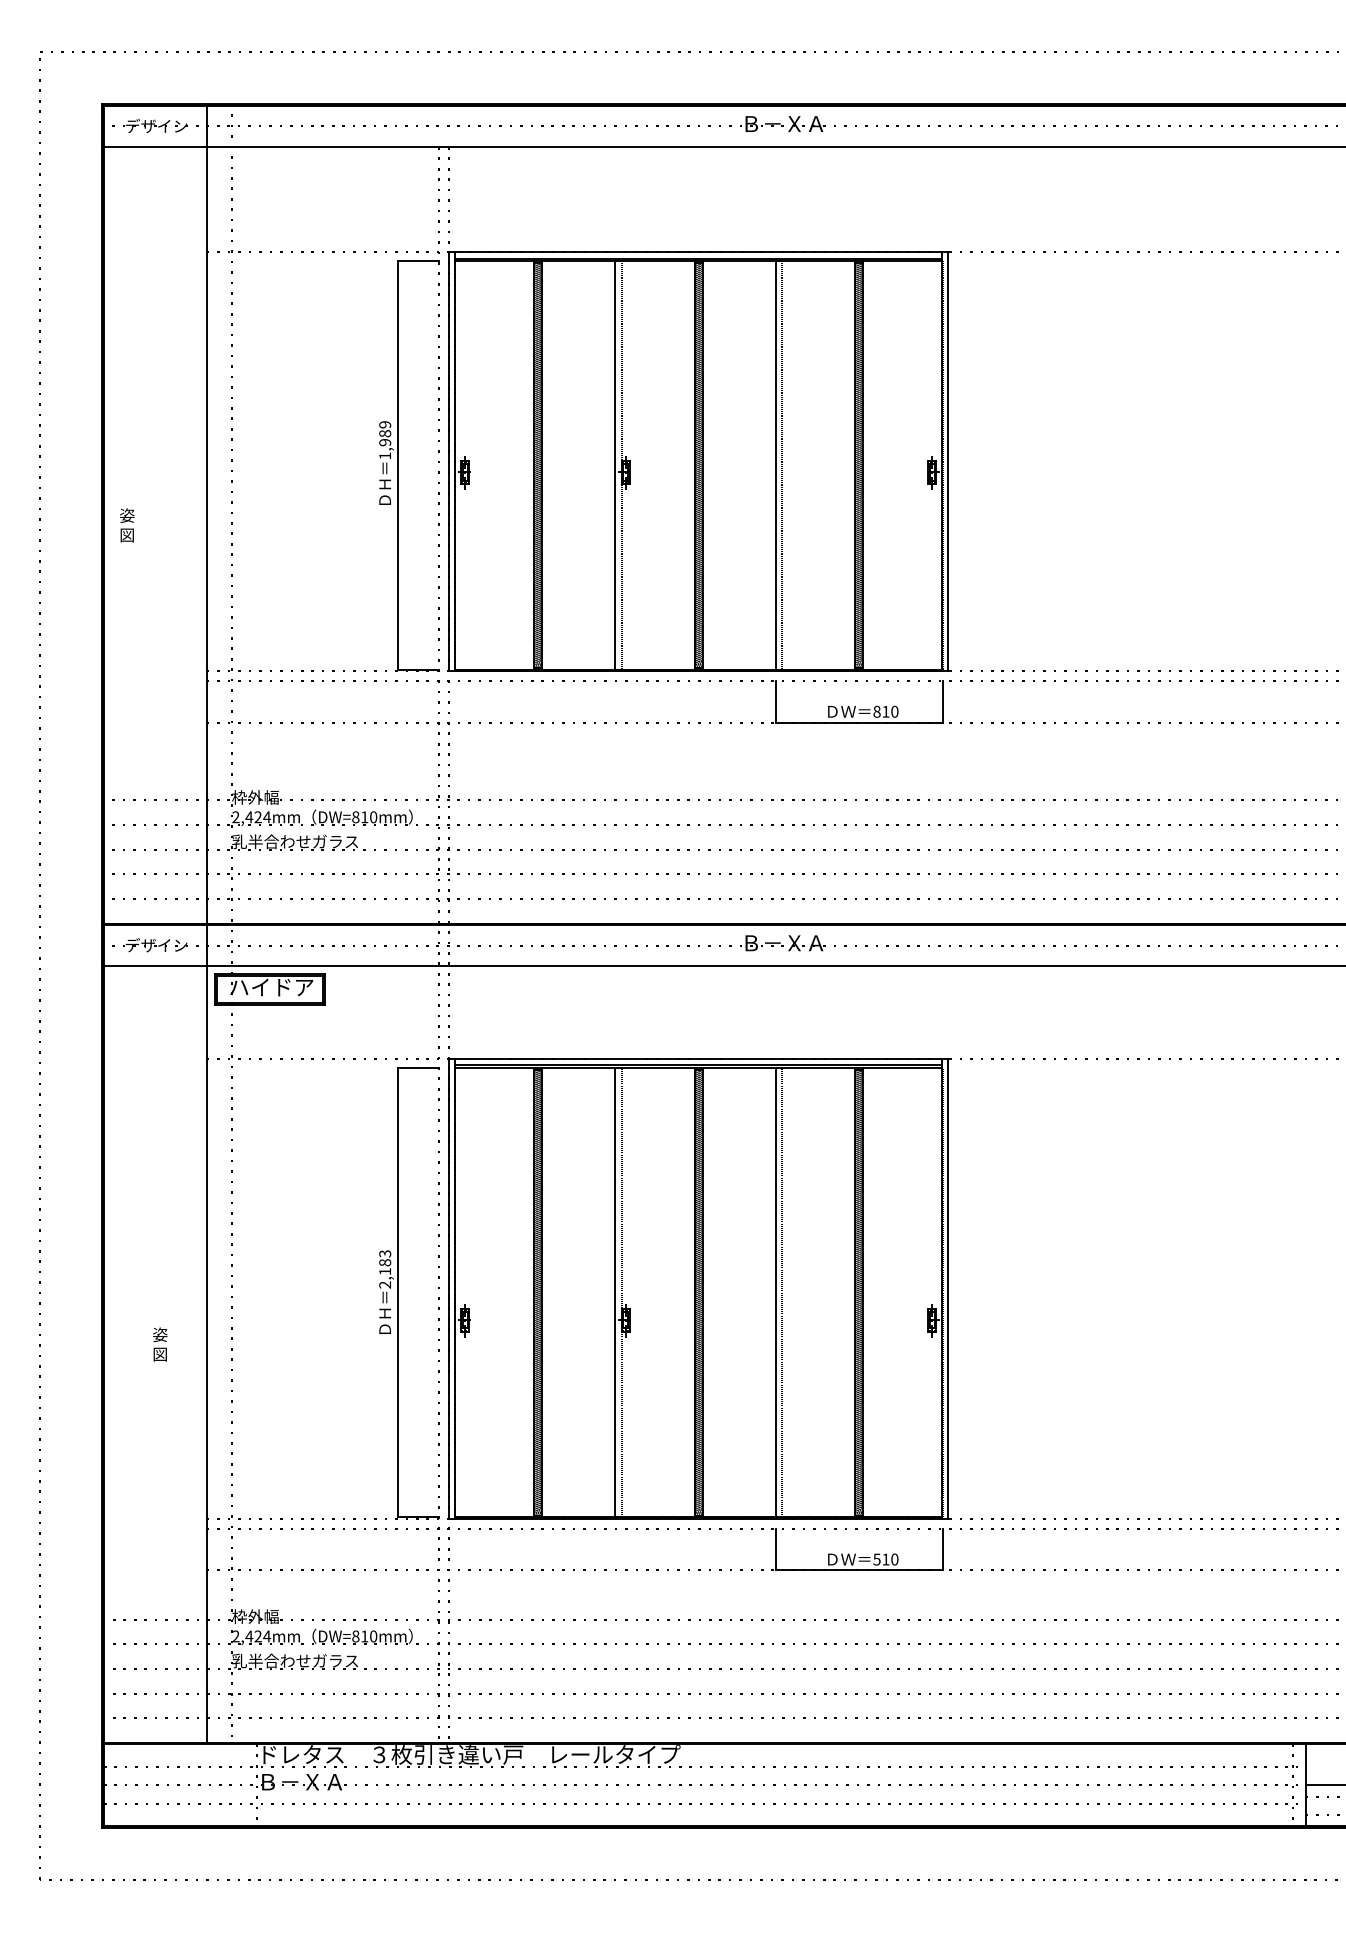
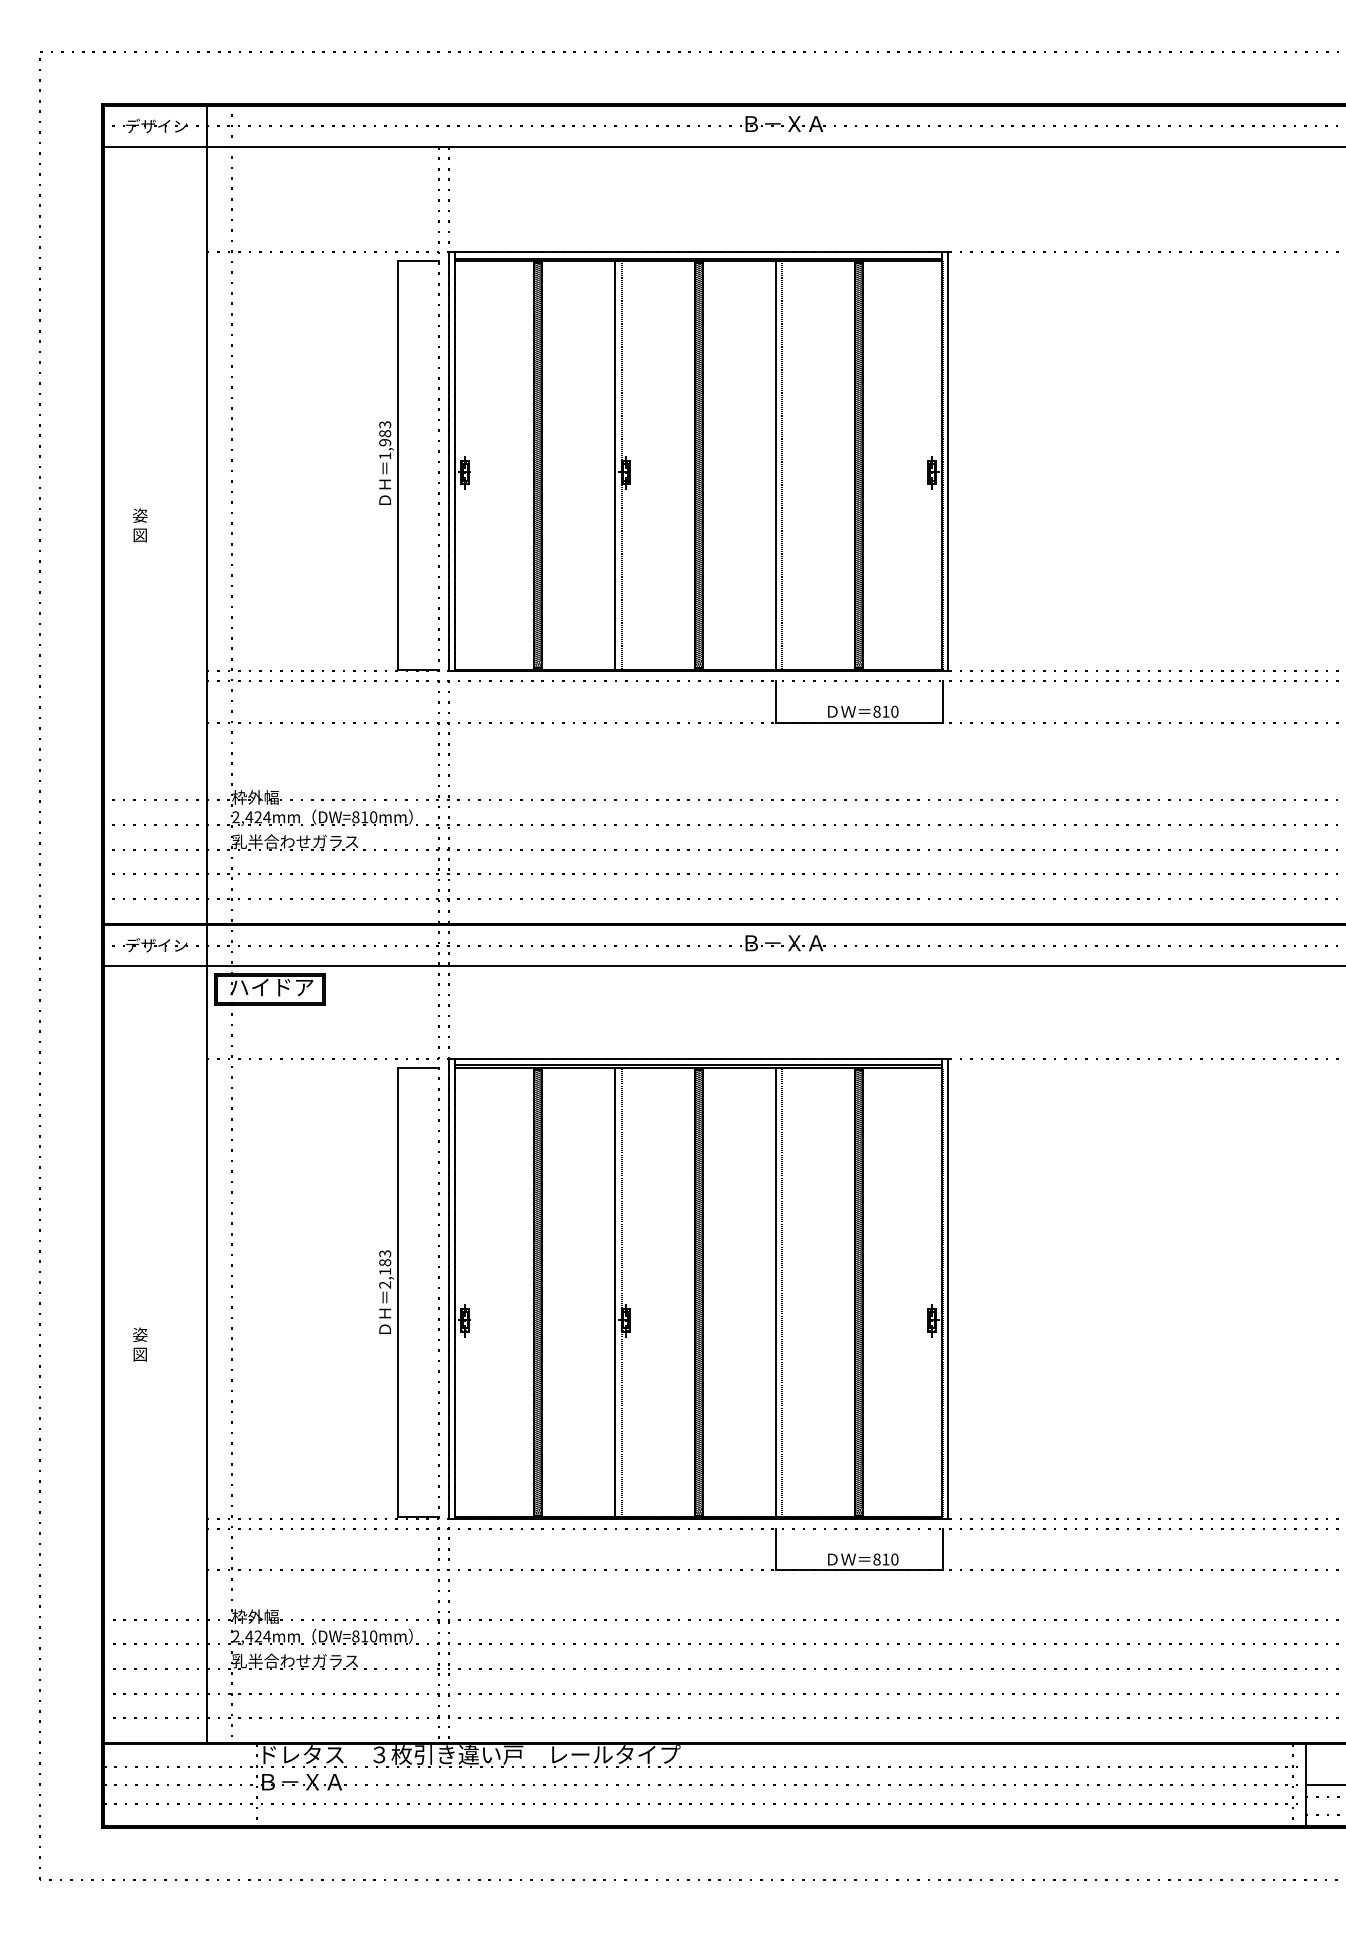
text at (385, 424): 1,989 -> 1,983
text at (127, 525) position: (127, 525) -> (140, 525)
text at (160, 1344) position: (160, 1344) -> (140, 1344)
text at (876, 1559): 510 -> 810
